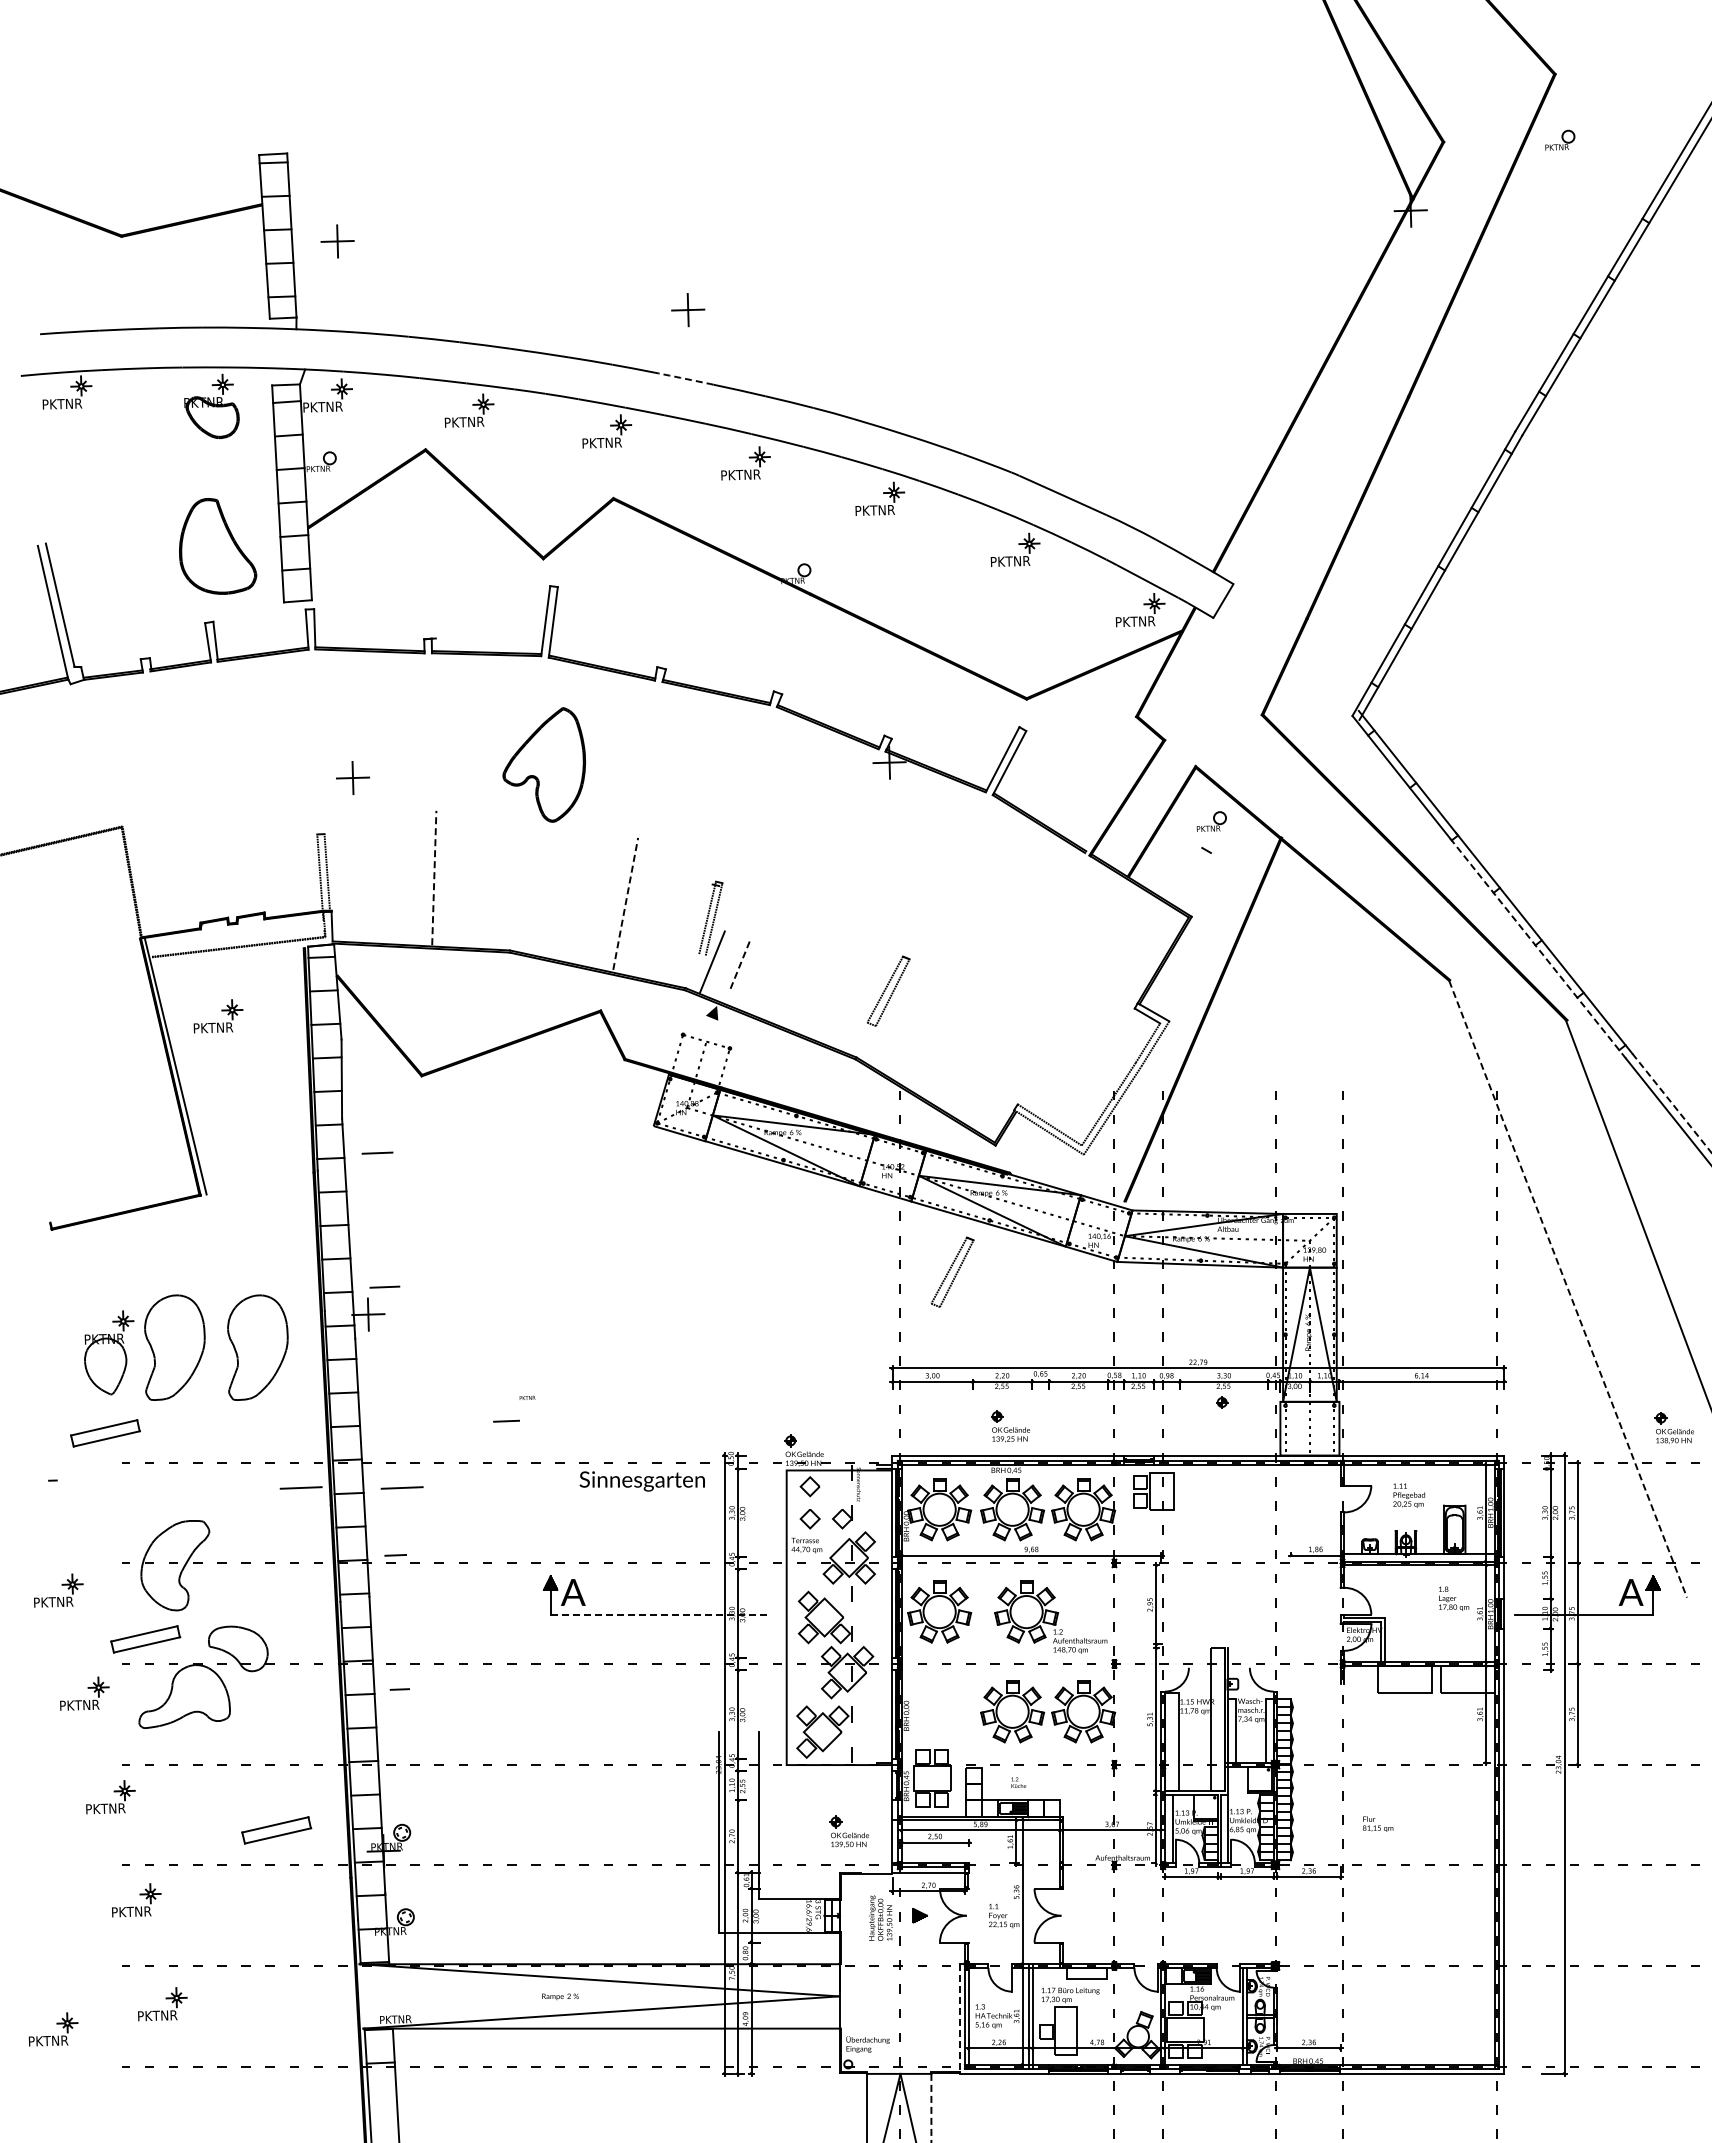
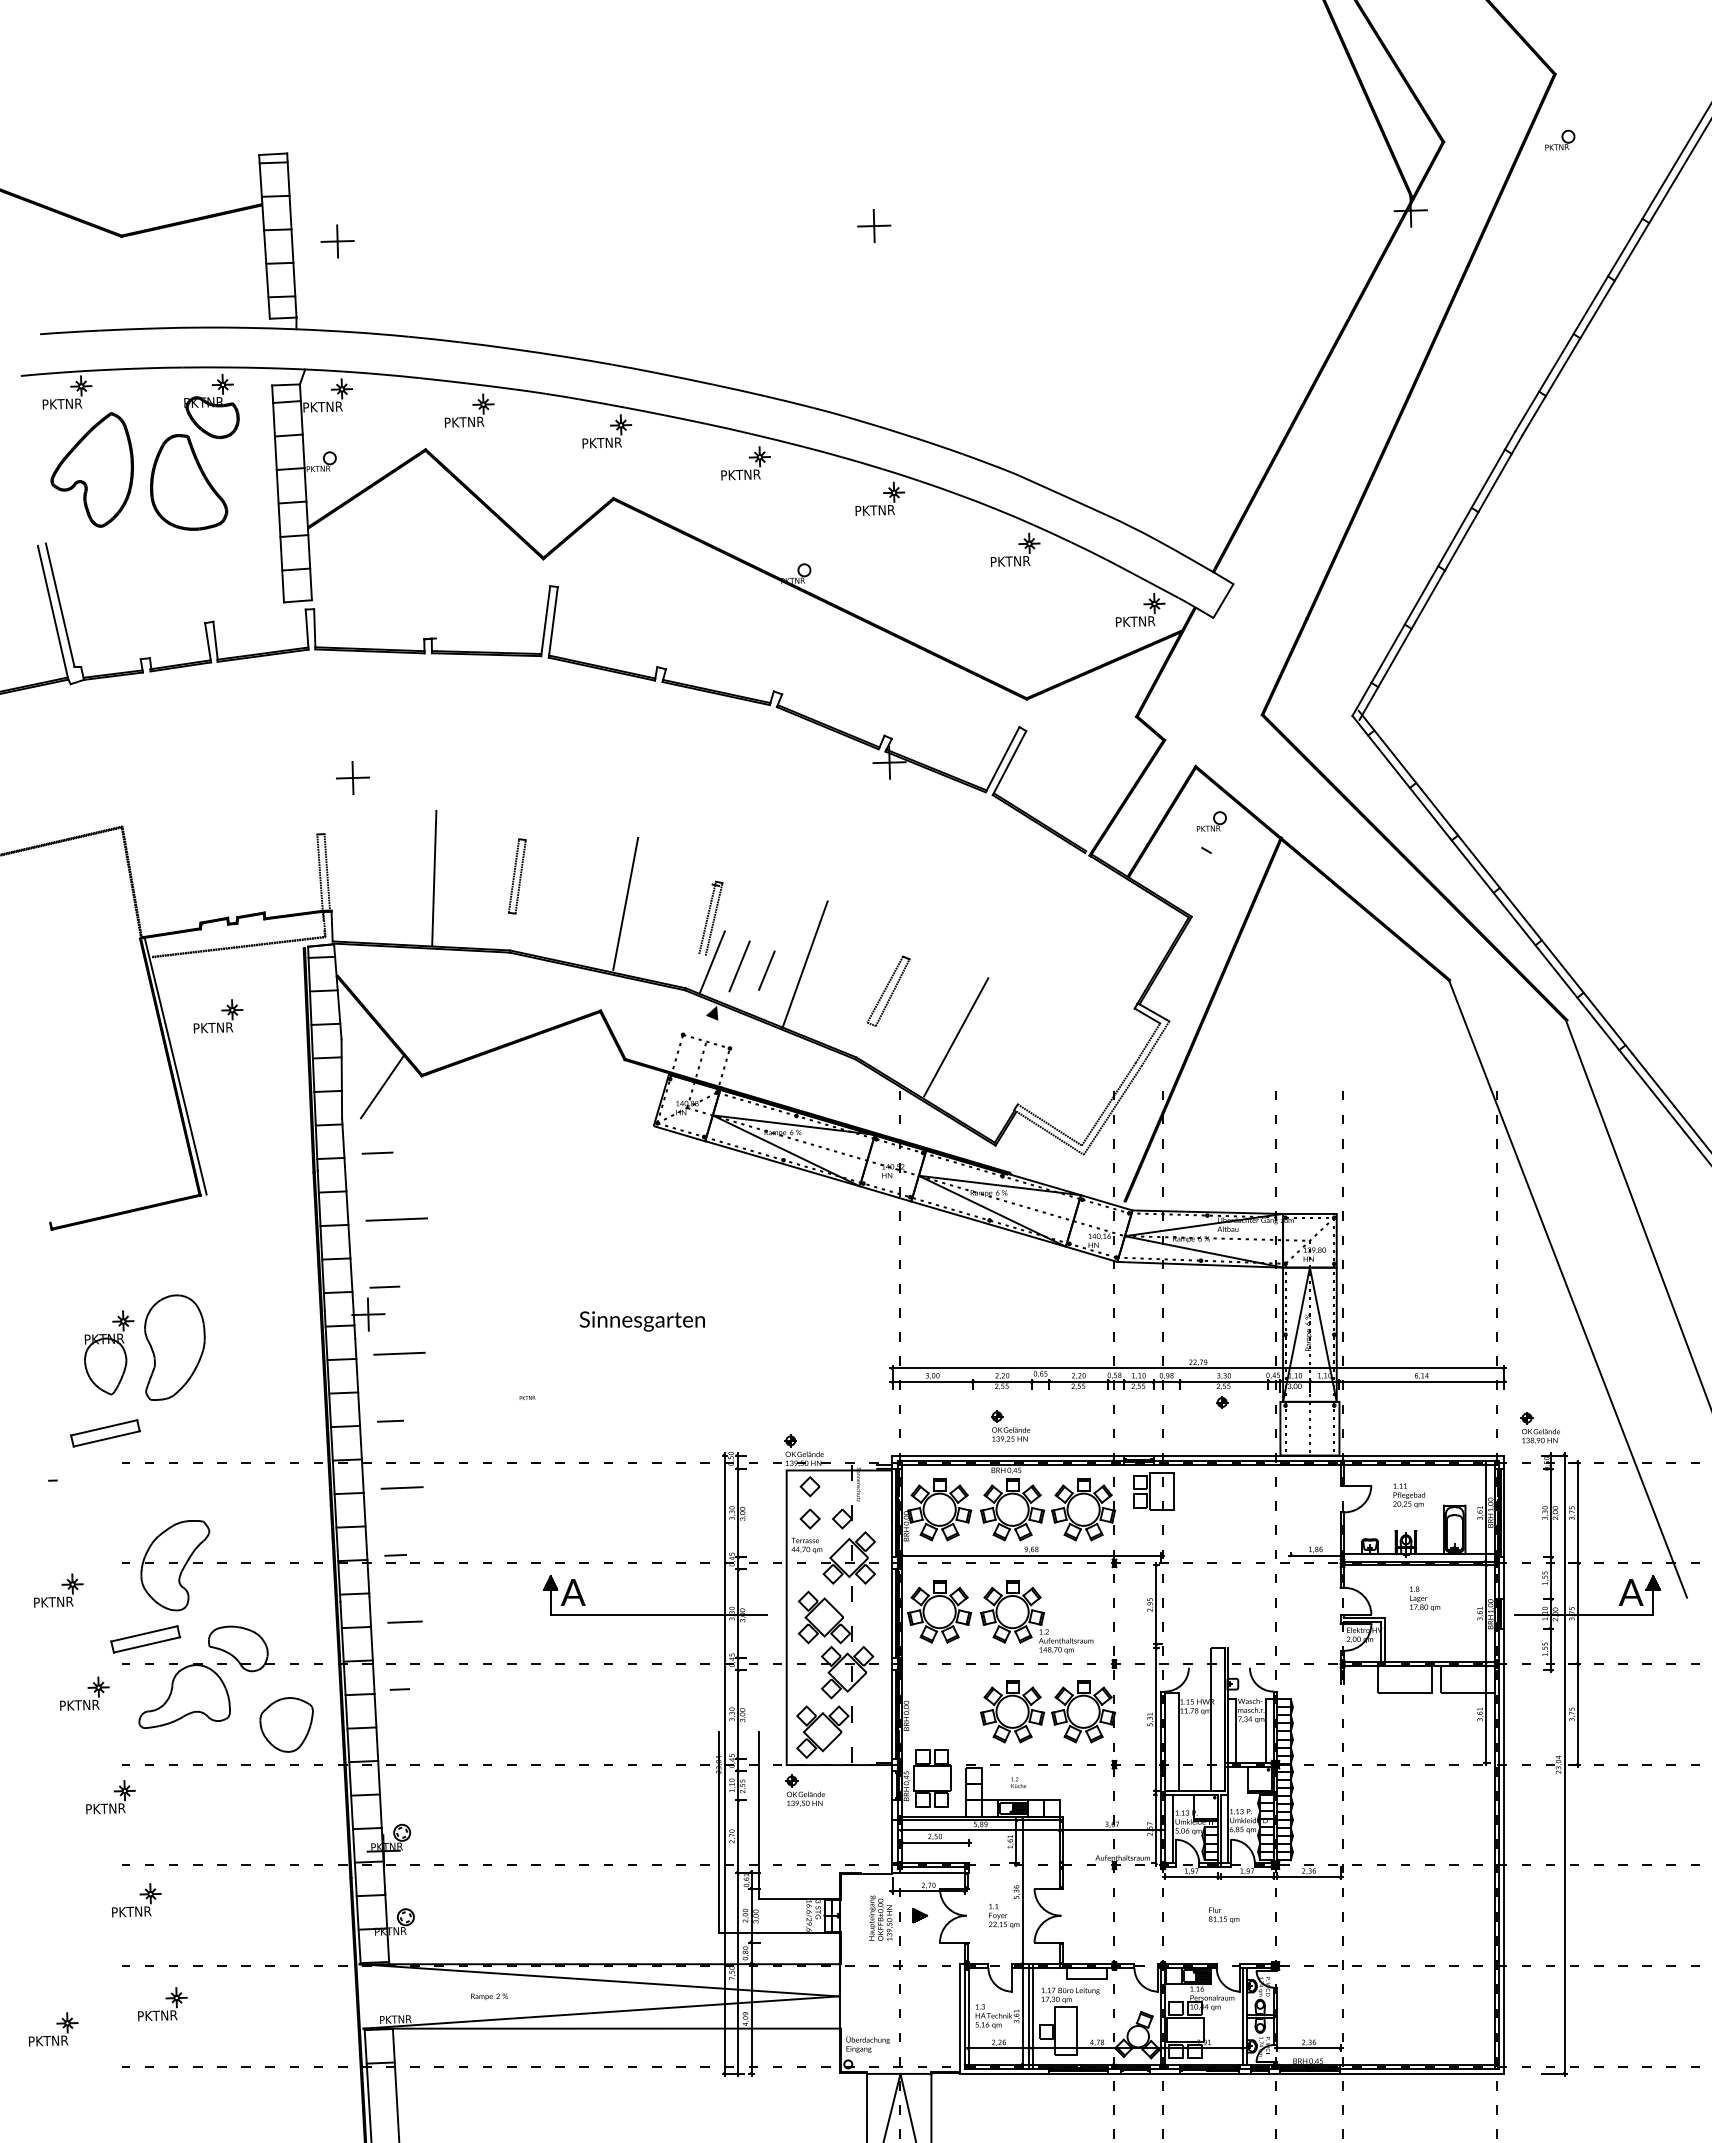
part at (688, 310) position: (688, 310) -> (874, 226)
arc at (684, 378): dashed -> solid
part at (218, 546) position: (218, 546) -> (189, 482)
part at (543, 764) position: (543, 764) -> (91, 469)
part at (517, 876): none -> present
line at (434, 877): dashed -> solid
line at (625, 903): dashed -> solid
line at (1538, 948): dashed -> solid
line at (804, 964): none -> present
line at (739, 966): dashed -> solid
line at (766, 970): none -> present
line at (956, 1037): none -> present
line at (381, 1087): none -> present
line at (1672, 1103): dashed -> solid
line at (396, 1219): none -> present
part at (952, 1271): present -> none
line at (1568, 1289): dashed -> solid
part at (257, 1347): present -> none
line at (399, 1353): none -> present
line at (506, 1420) position: (506, 1420) -> (390, 1420)
part at (1673, 1427) position: (1673, 1427) -> (1539, 1427)
text at (641, 1481) position: (641, 1481) -> (641, 1321)
line at (300, 1487): present -> none
text at (1454, 1598) position: (1454, 1598) -> (1425, 1598)
line at (659, 1614): dashed -> solid
part at (1050, 1616) position: (1050, 1616) -> (1036, 1616)
line at (404, 1621): none -> present
part at (286, 1724): none -> present
text at (1378, 1823) position: (1378, 1823) -> (1224, 1914)
part at (276, 1830): present -> none
part at (848, 1831) position: (848, 1831) -> (804, 1790)
text at (560, 1996) position: (560, 1996) -> (489, 1996)
line at (959, 2019): dashed -> solid
line at (931, 2108): dashed -> solid
